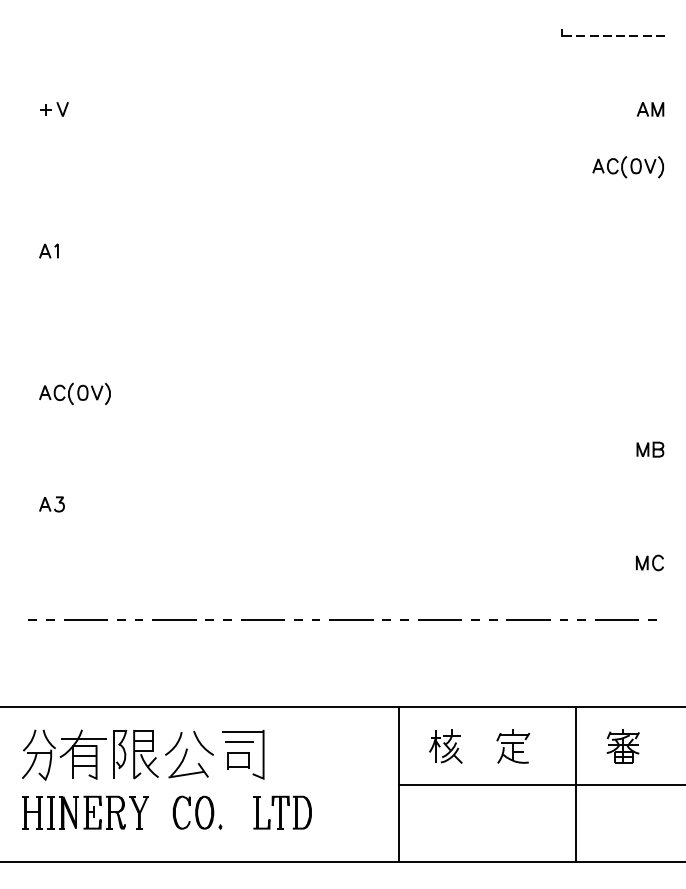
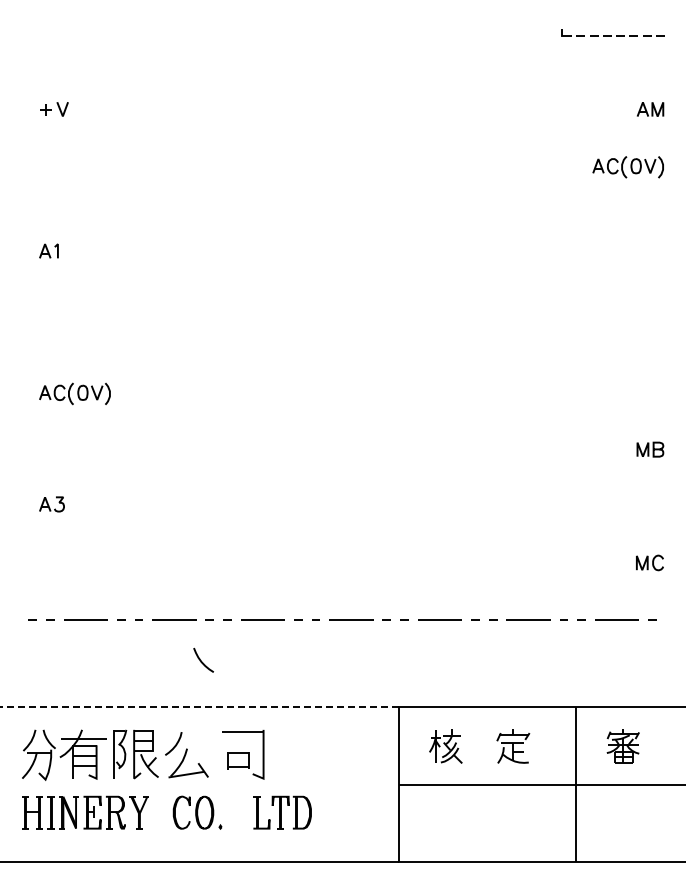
line at (199, 706): solid -> dashed
line at (239, 741): present -> none
curve at (201, 743) position: (201, 743) -> (201, 660)
